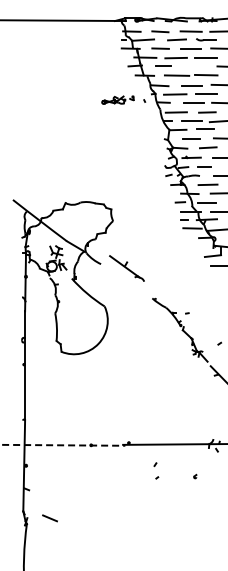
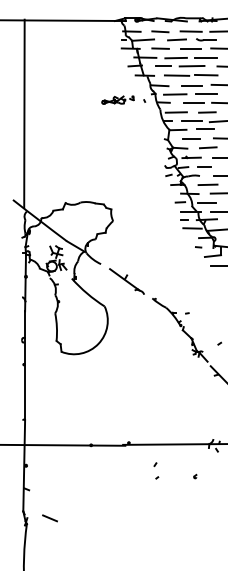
line at (191, 65): none -> present
line at (24, 113): none -> present
line at (198, 247): none -> present
part at (126, 268) position: (126, 268) -> (126, 281)
line at (63, 445): dashed -> solid
